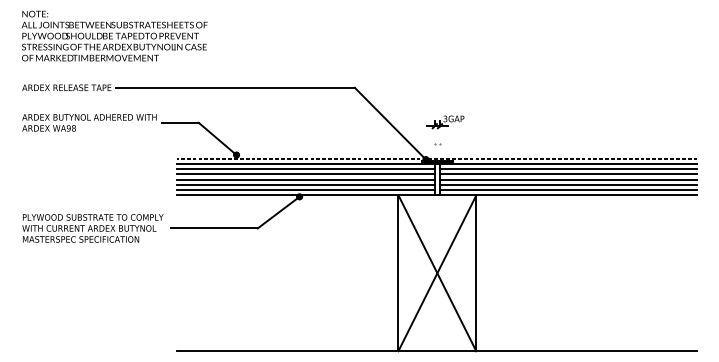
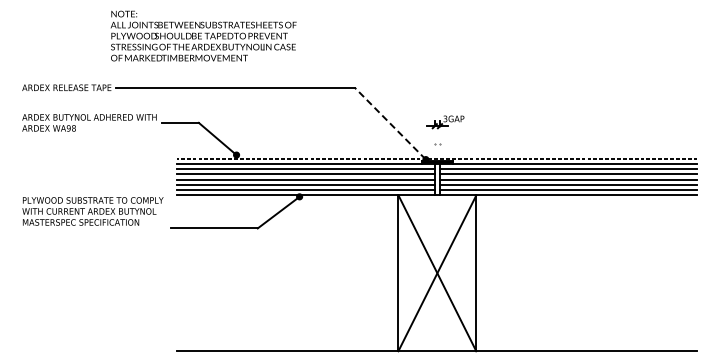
text at (114, 35) position: (114, 35) -> (203, 35)
line at (390, 123): solid -> dashed
text at (92, 228) position: (92, 228) -> (92, 211)
